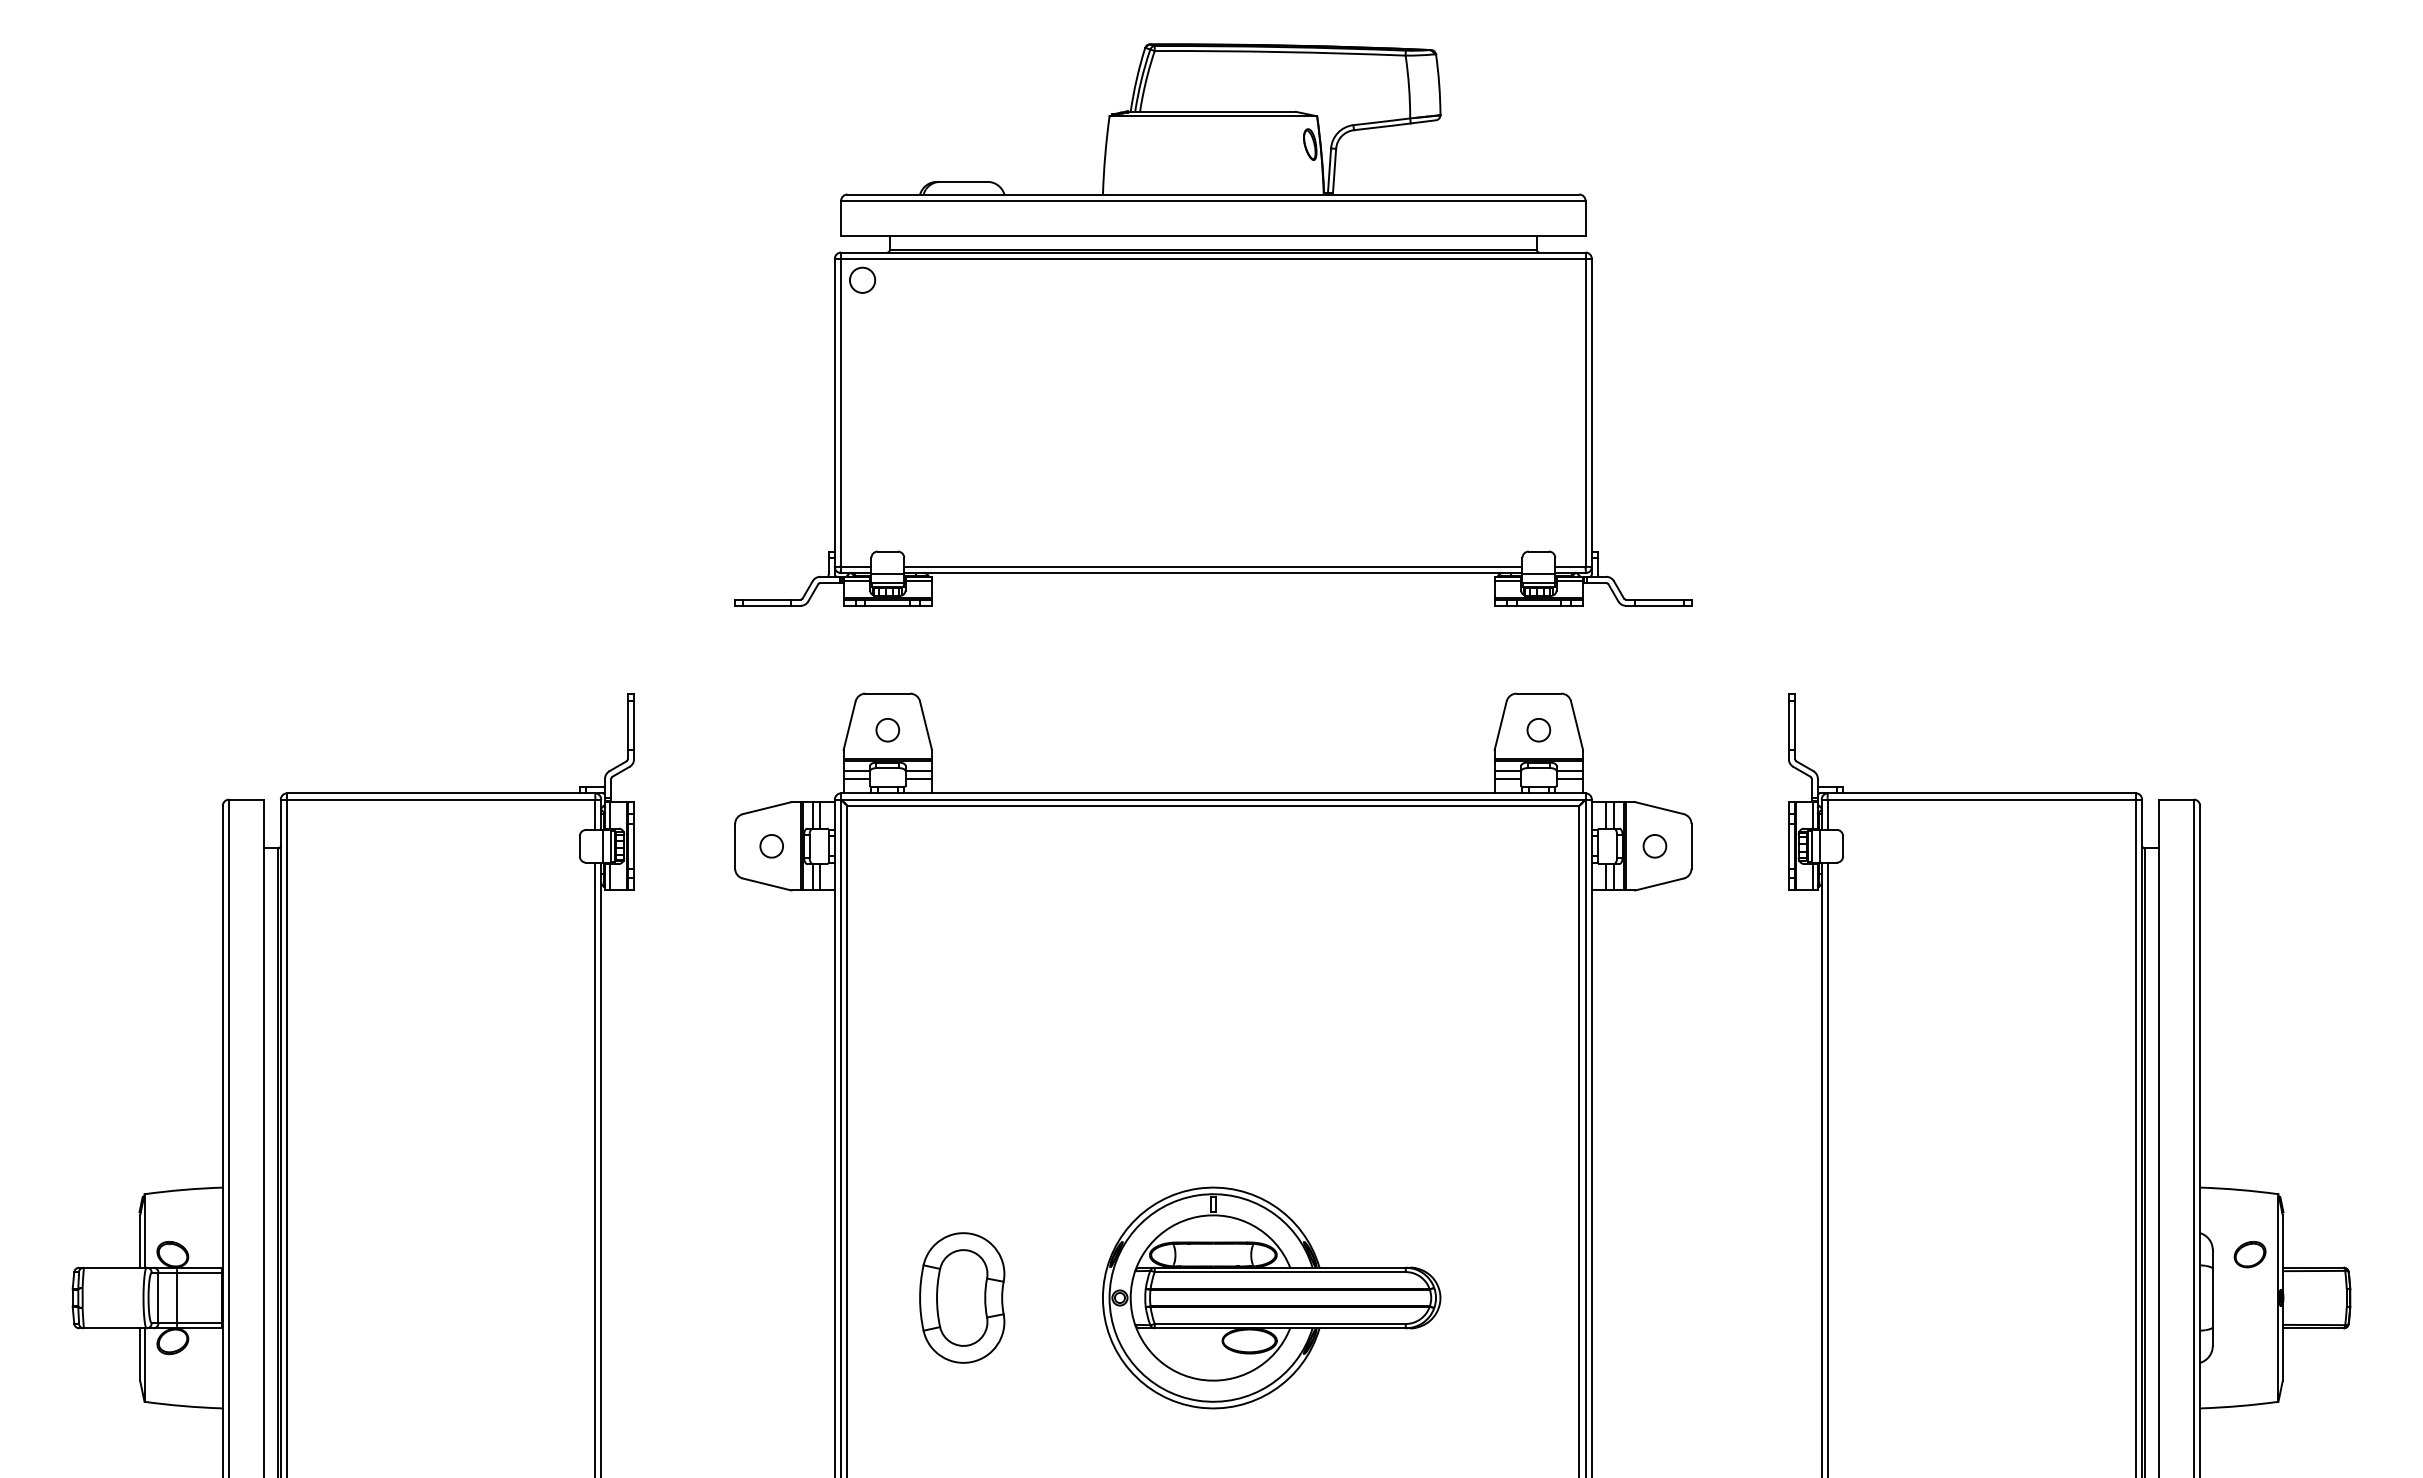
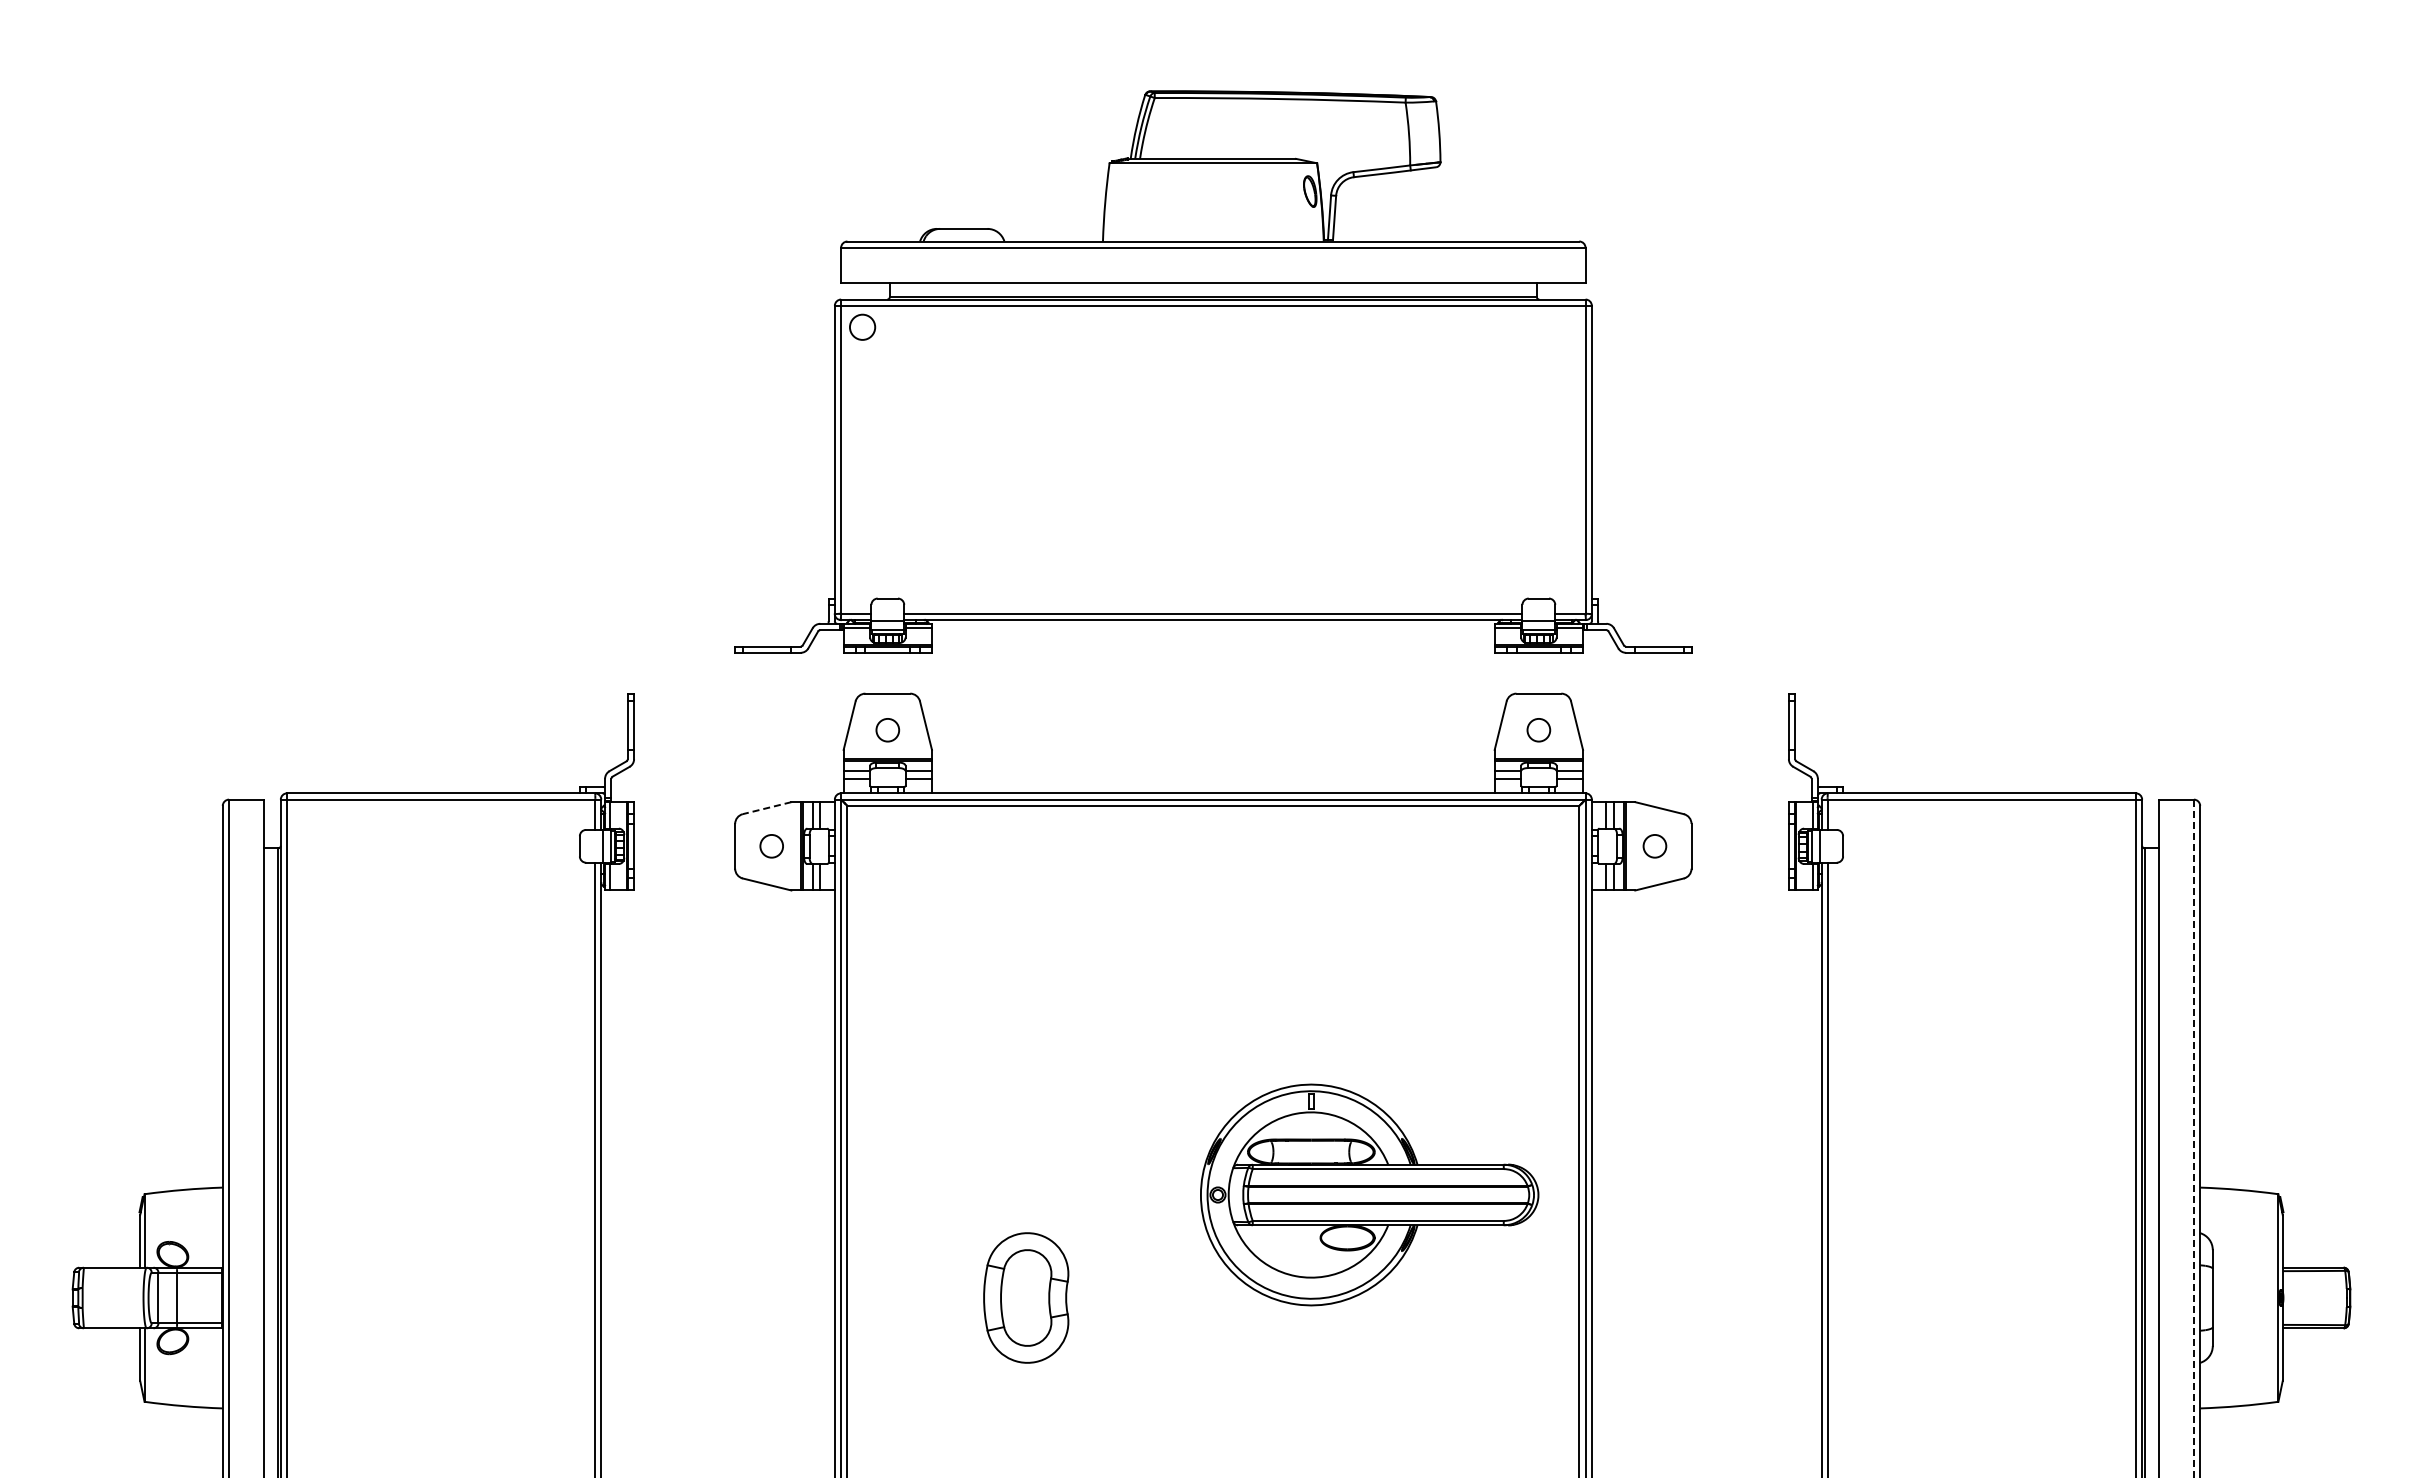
part at (1213, 324) position: (1213, 324) -> (1213, 371)
line at (766, 808): solid -> dashed
line at (2193, 1138): solid -> dashed
part at (2249, 1254): present -> none
part at (962, 1297) position: (962, 1297) -> (1026, 1297)
part at (1271, 1297) position: (1271, 1297) -> (1369, 1194)
